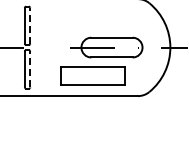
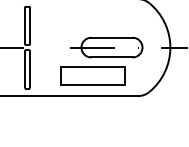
line at (30, 25): dashed -> solid
line at (30, 68): dashed -> solid
